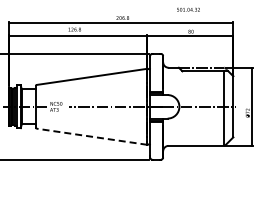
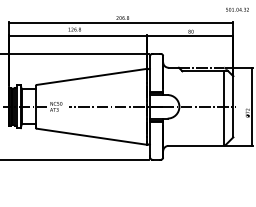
text at (188, 9) position: (188, 9) -> (237, 9)
line at (92, 136): dashed -> solid
